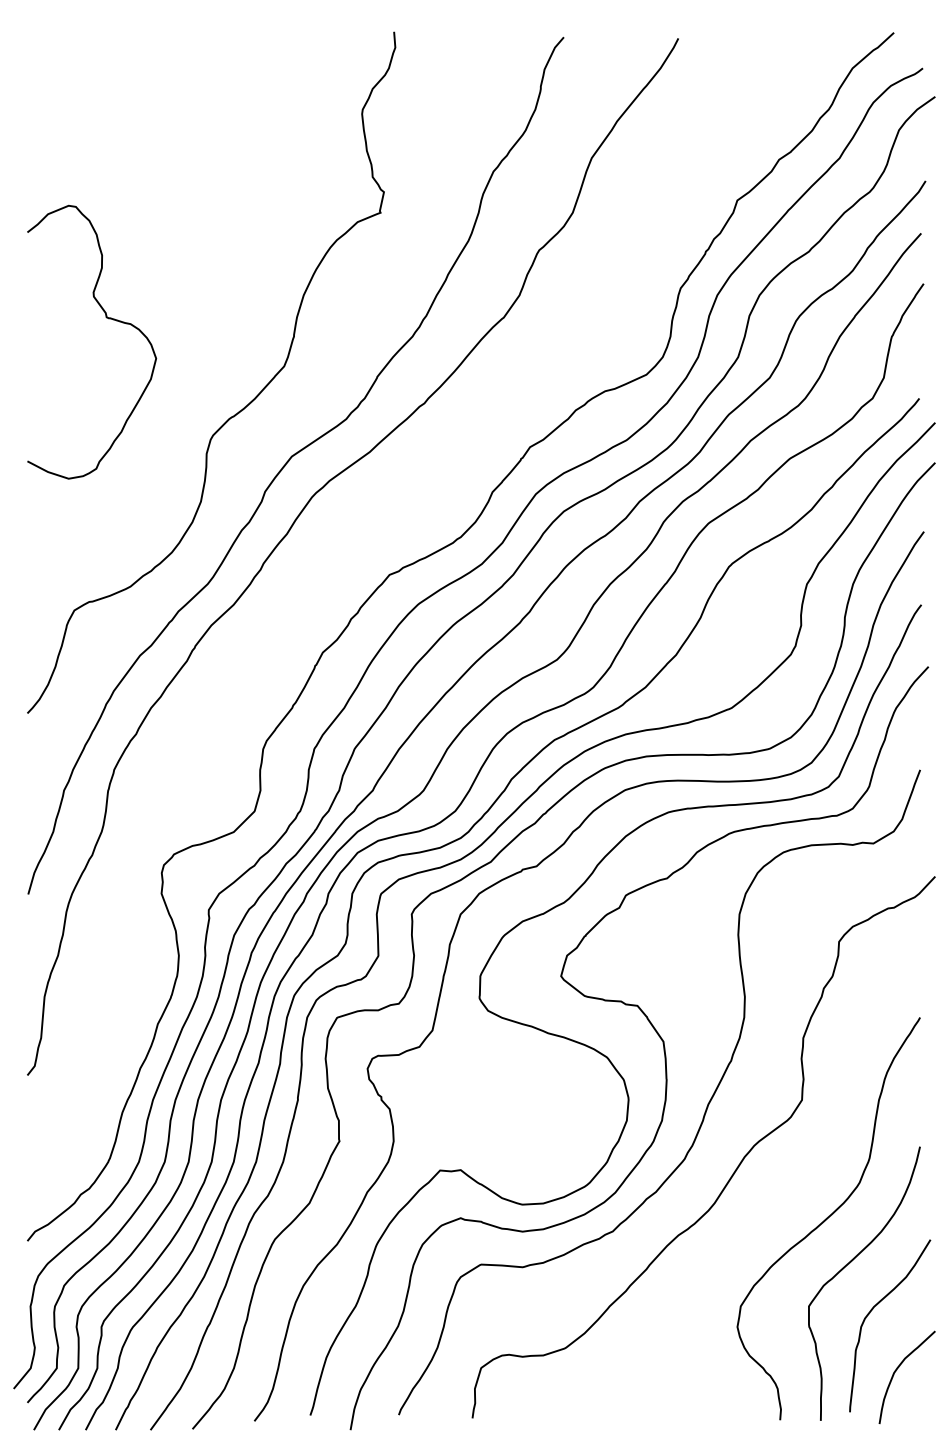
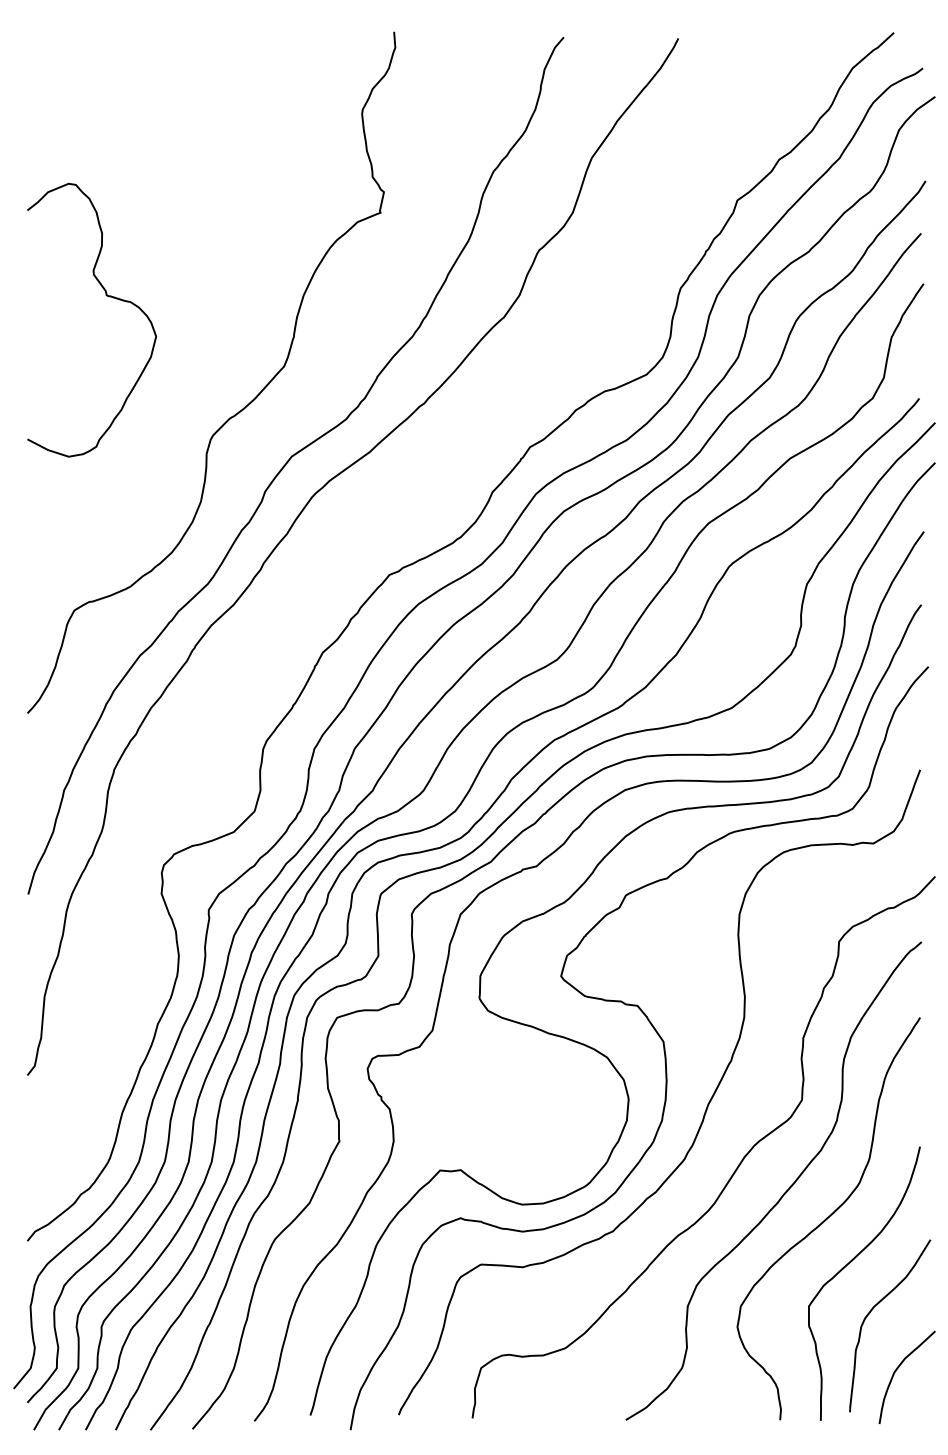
curve at (106, 318) position: (106, 318) -> (106, 296)
curve at (785, 1191): none -> present
